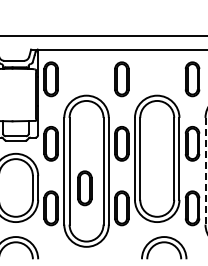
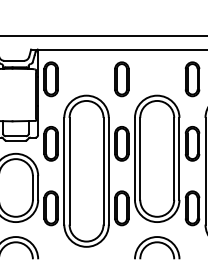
line at (205, 171): dashed -> solid
part at (84, 188): present -> none
part at (164, 247) position: (164, 247) -> (157, 247)
